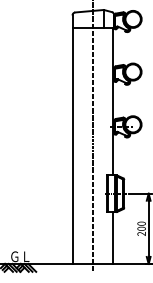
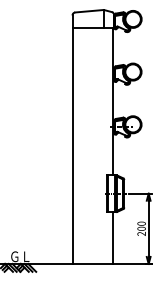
line at (93, 136): present -> none
